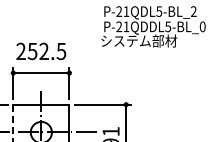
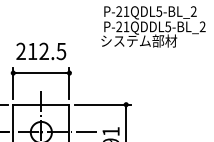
text at (202, 26): P-21QDDL5-BL_0 -> P-21QDDL5-BL_2
text at (32, 51): 252.5 -> 212.5
line at (13, 123): dashed -> solid
